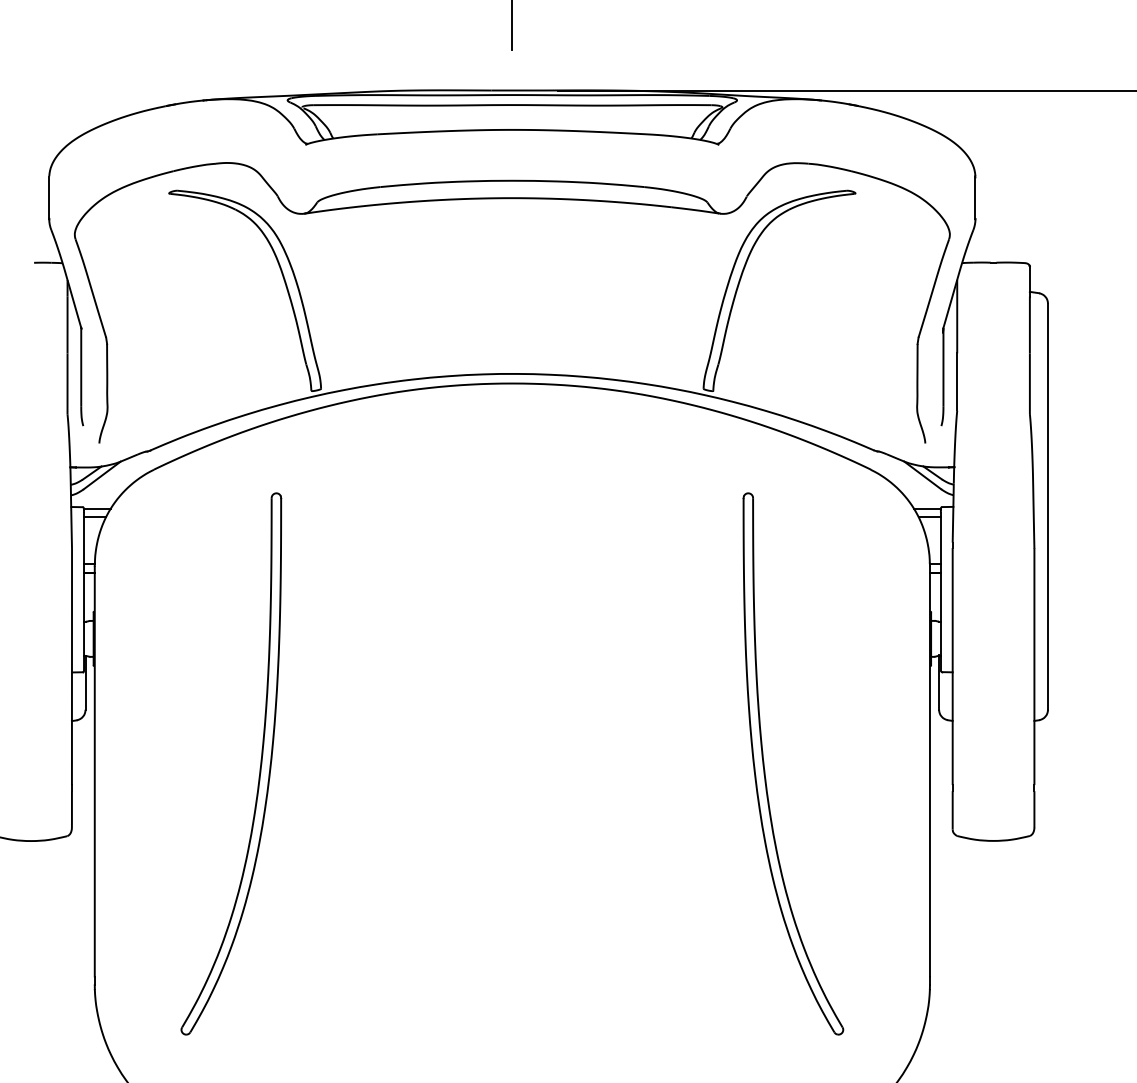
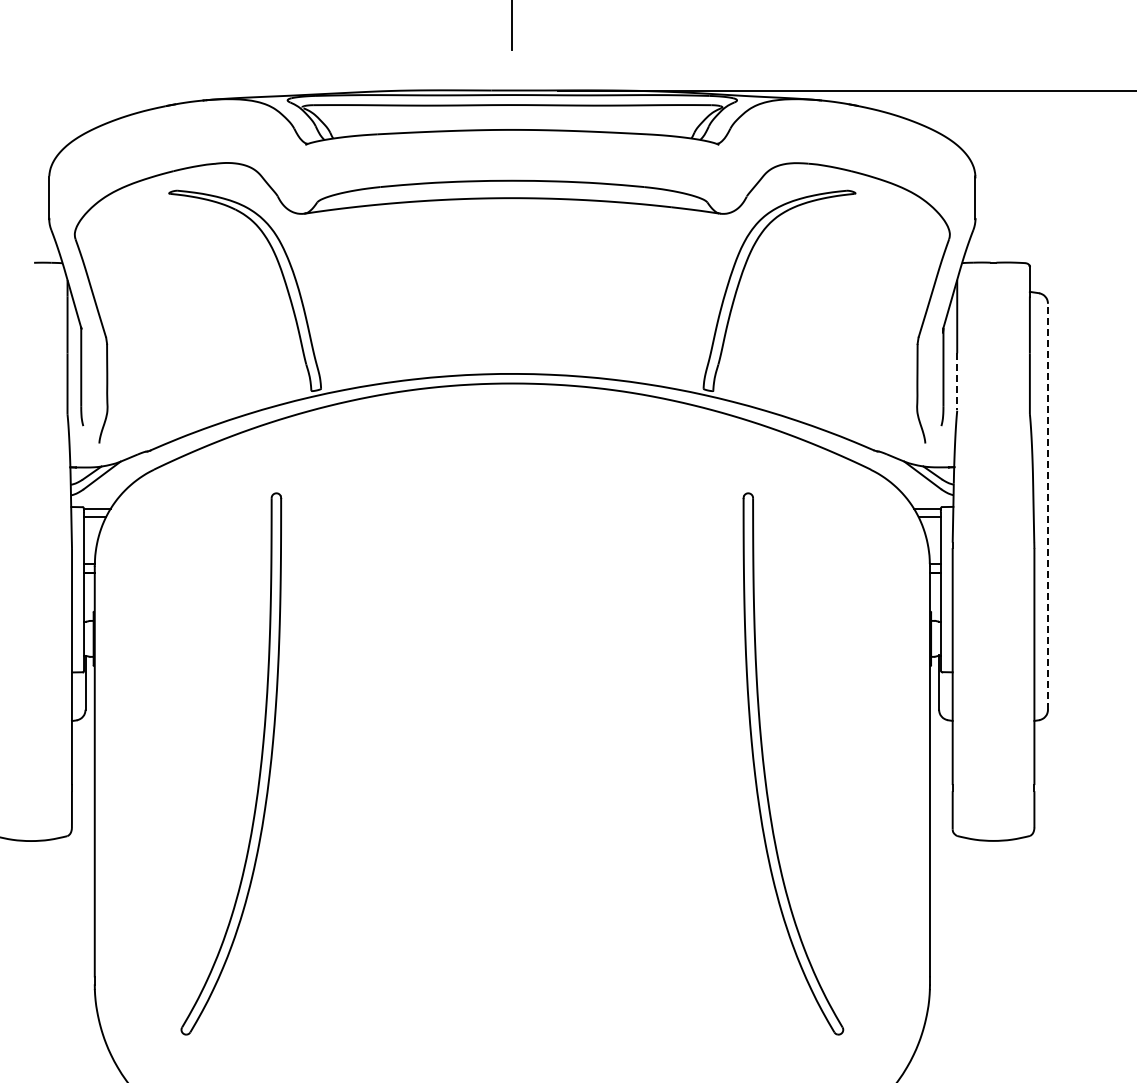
line at (957, 381): solid -> dashed
line at (1048, 506): solid -> dashed
